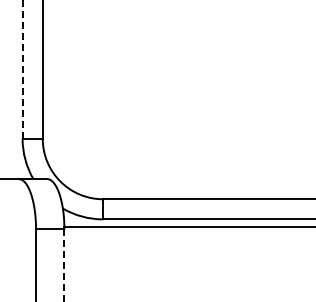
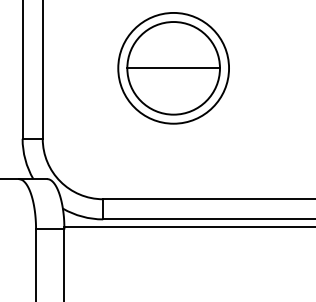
line at (22, 68): dashed -> solid
part at (173, 68): none -> present
line at (64, 265): dashed -> solid
